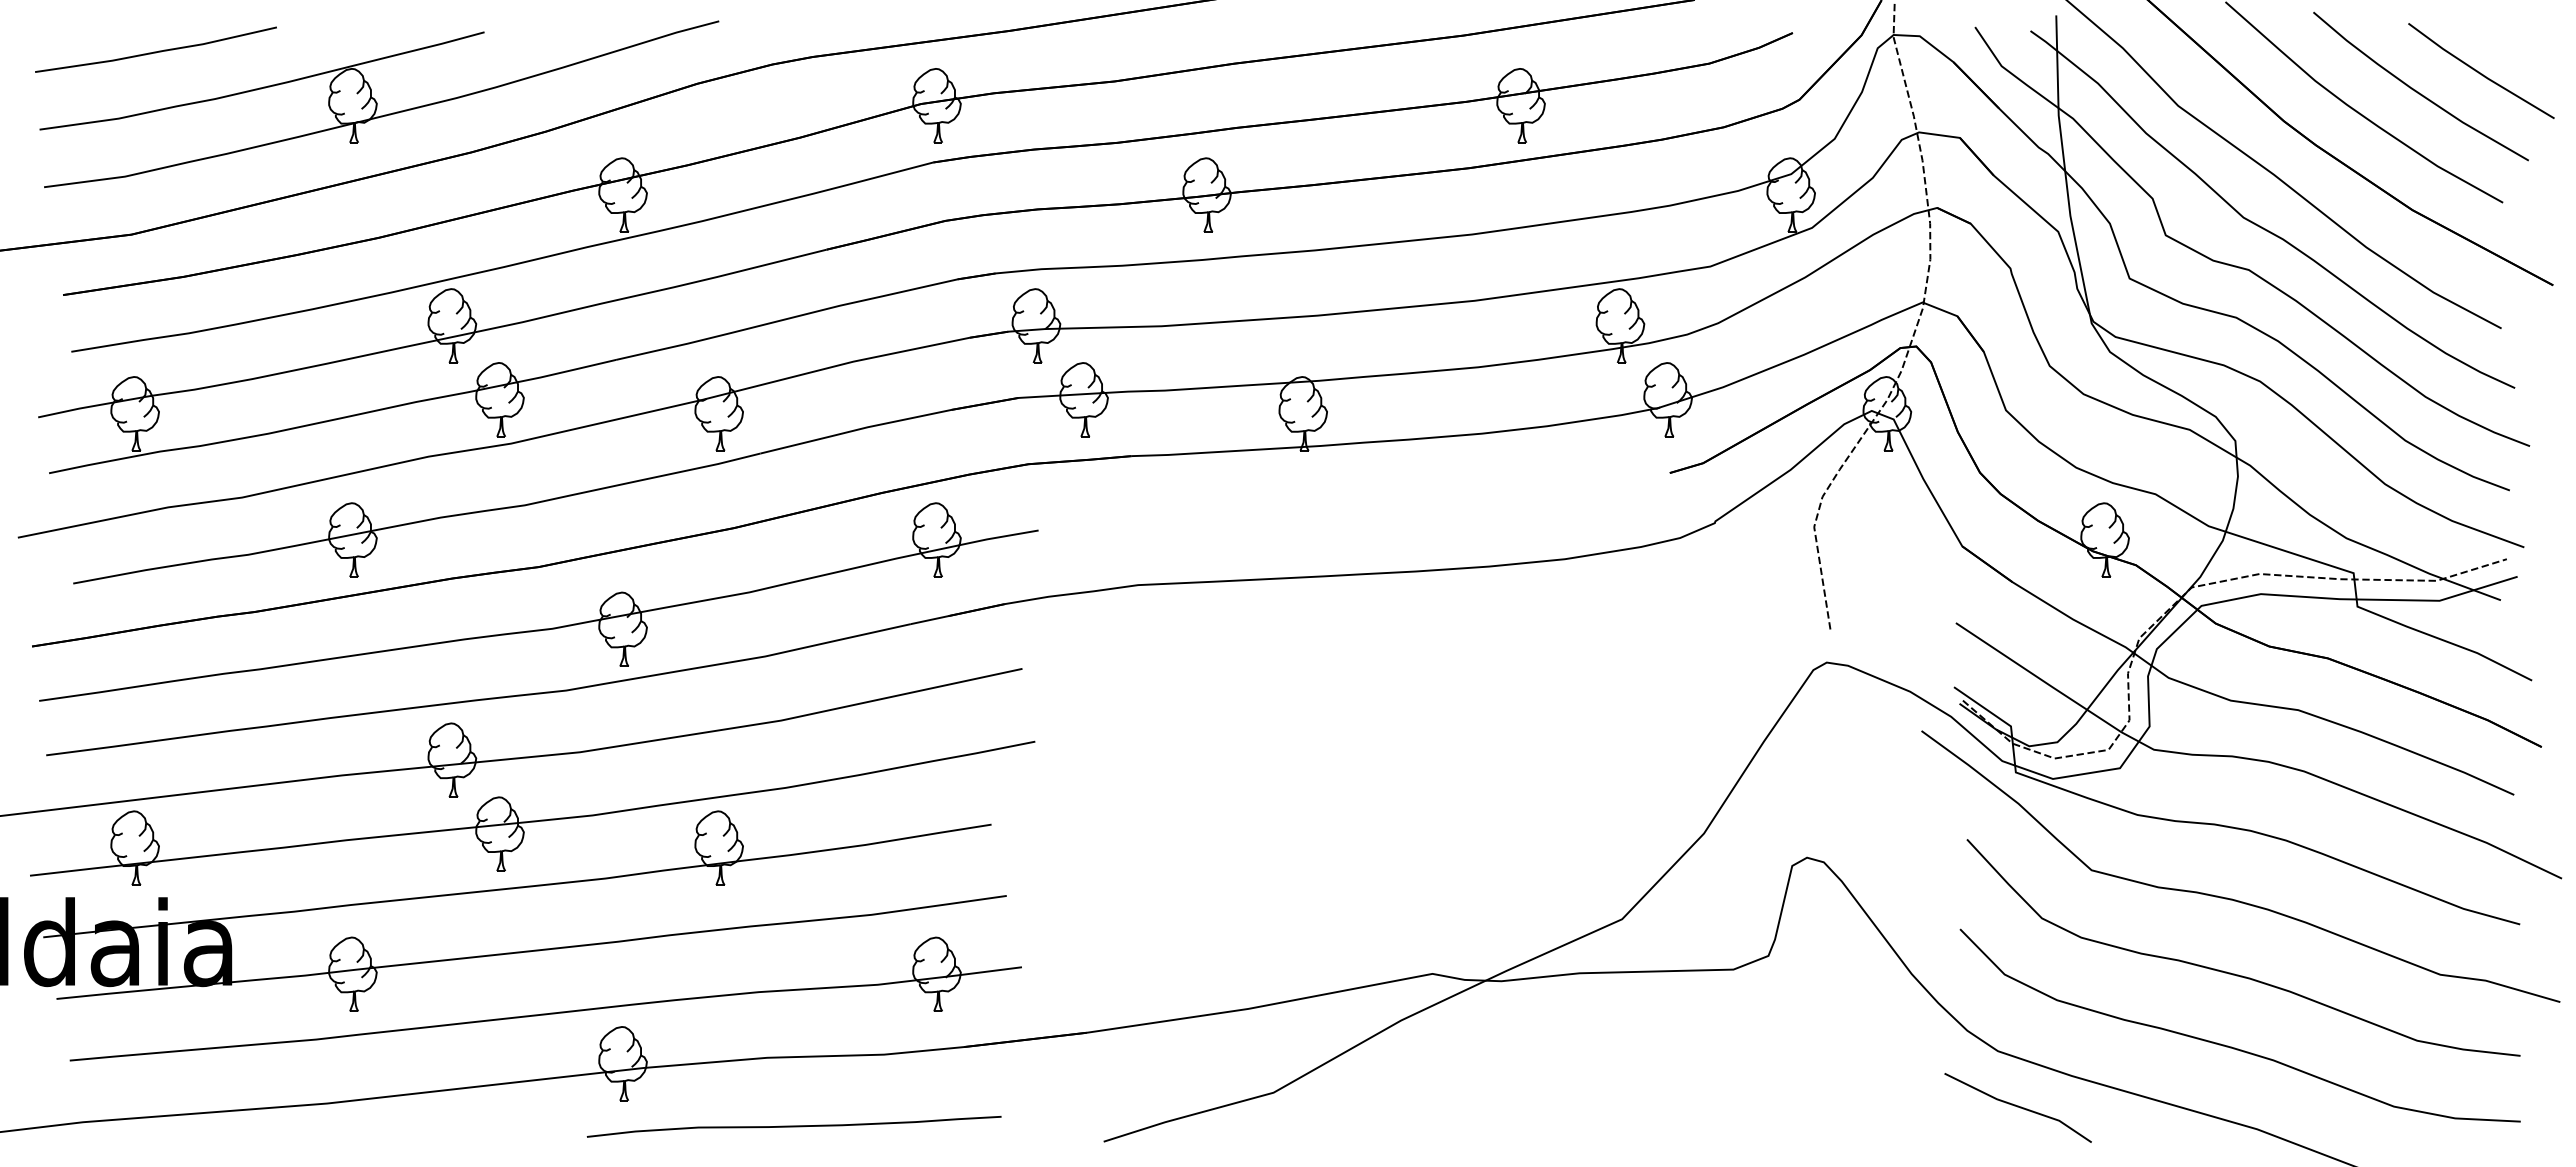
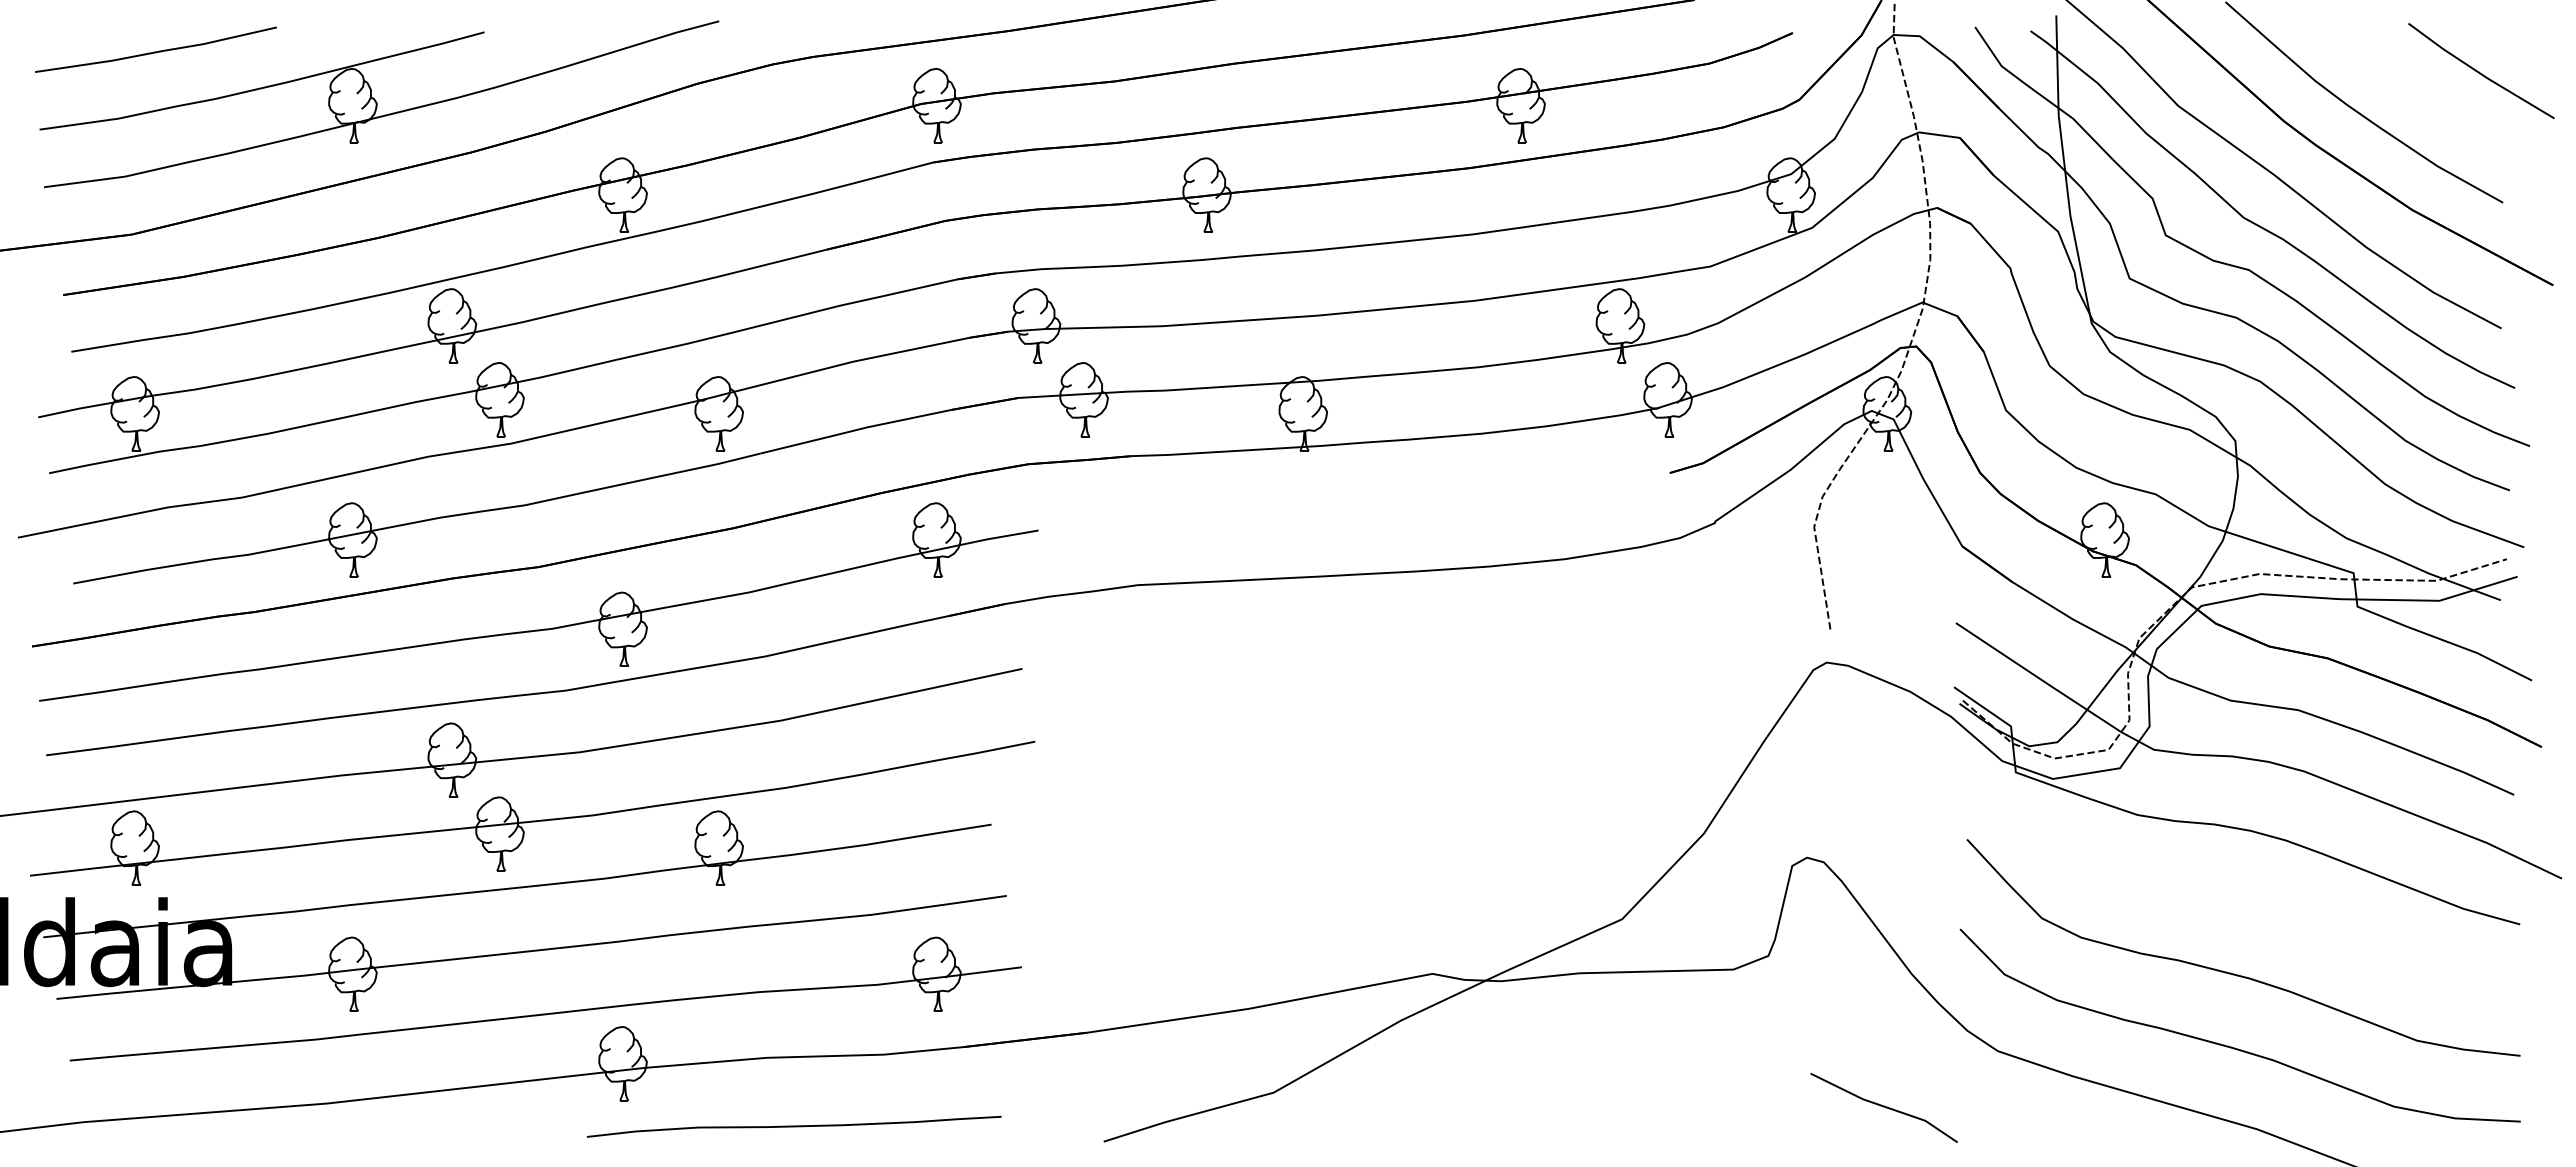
curve at (2418, 91): present -> none
curve at (2232, 898): present -> none
line at (2017, 1107) position: (2017, 1107) -> (1883, 1107)
